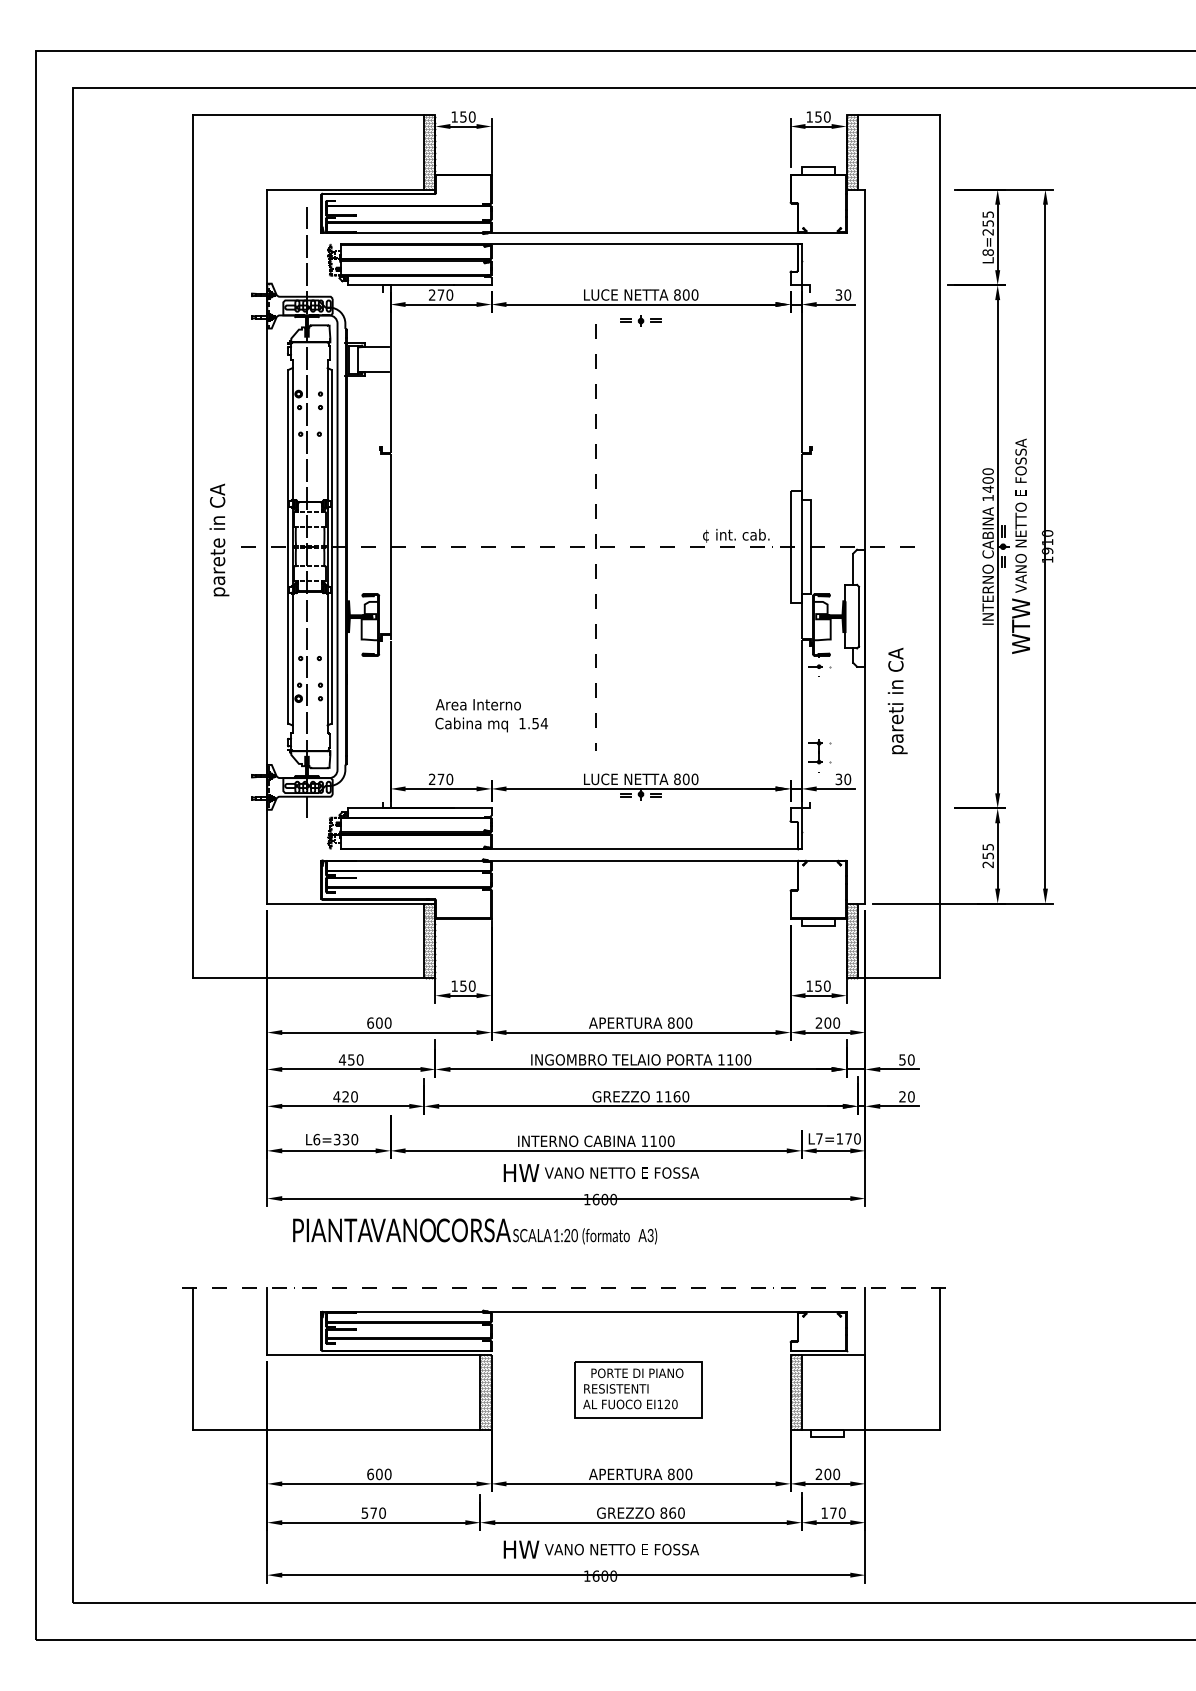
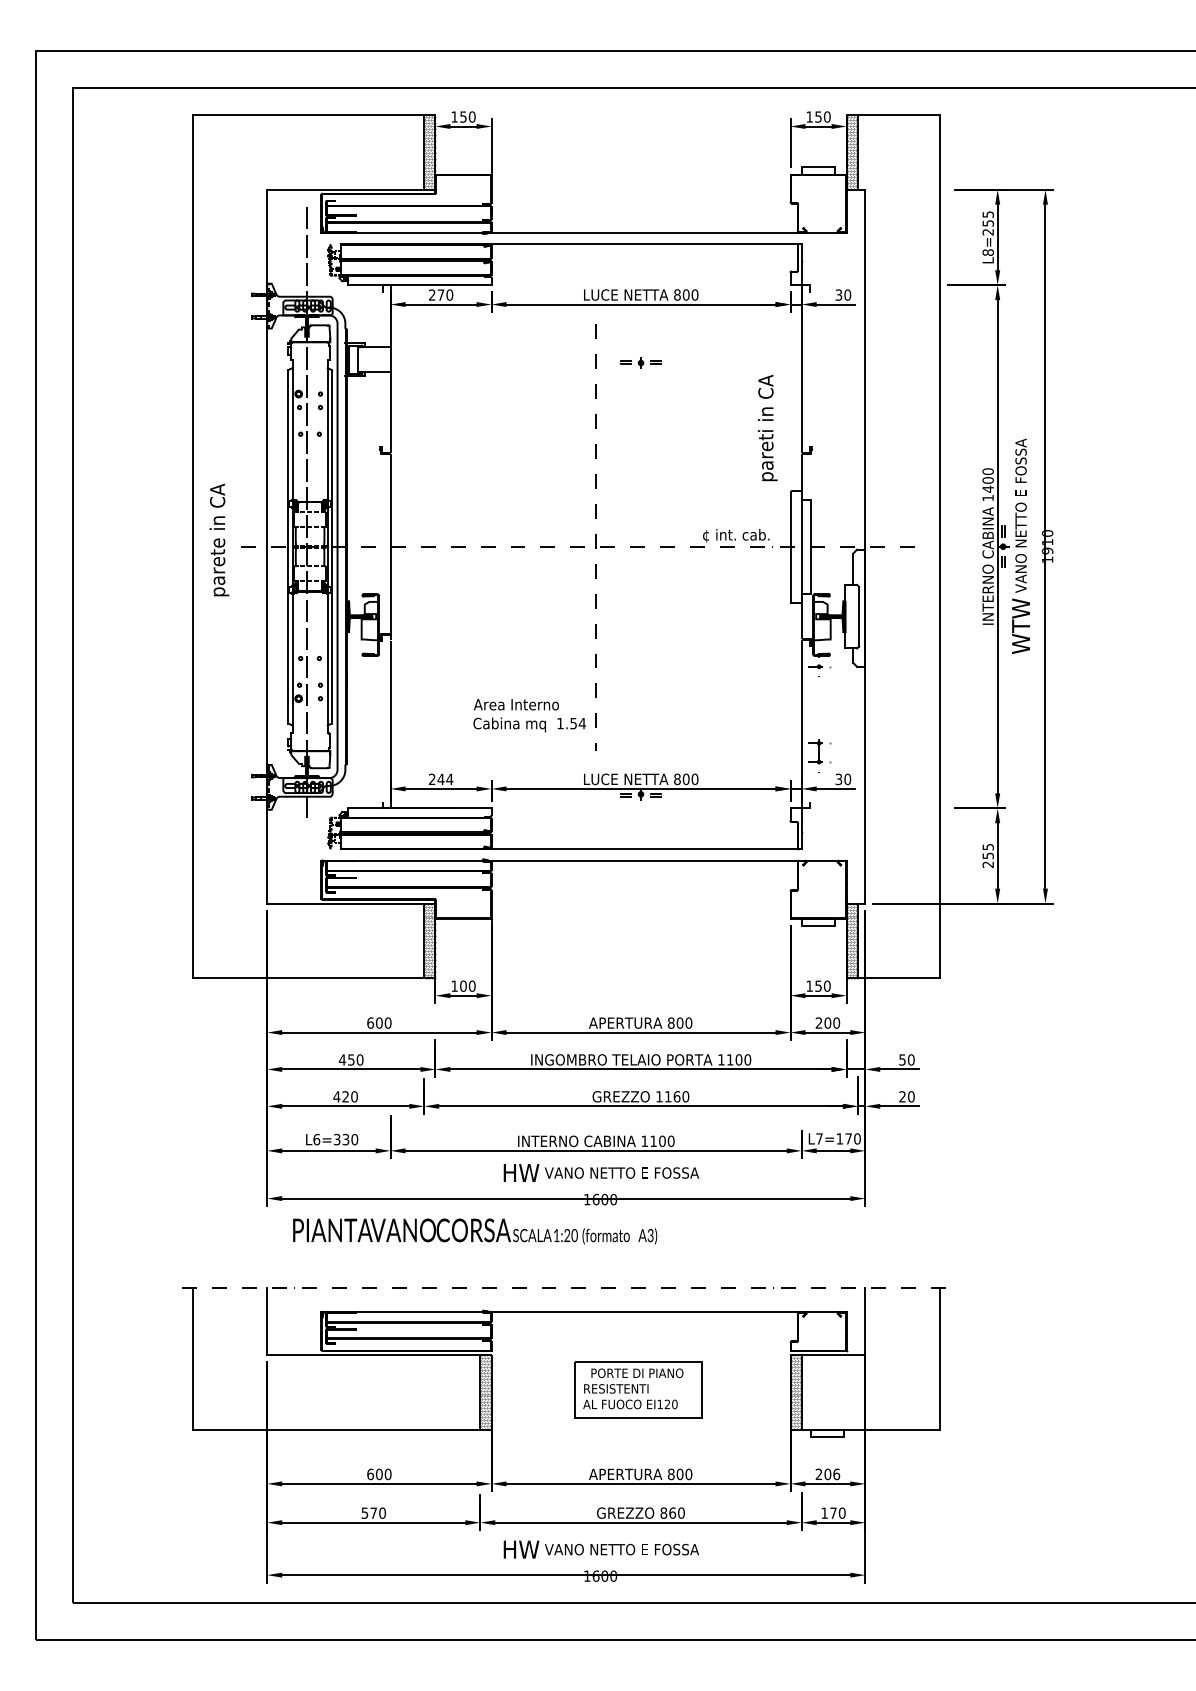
part at (640, 320) position: (640, 320) -> (640, 362)
text at (897, 700) position: (897, 700) -> (767, 427)
text at (491, 715) position: (491, 715) -> (529, 715)
text at (445, 779): 270 -> 244
text at (463, 985): 150 -> 100
text at (836, 1473): 200 -> 206
